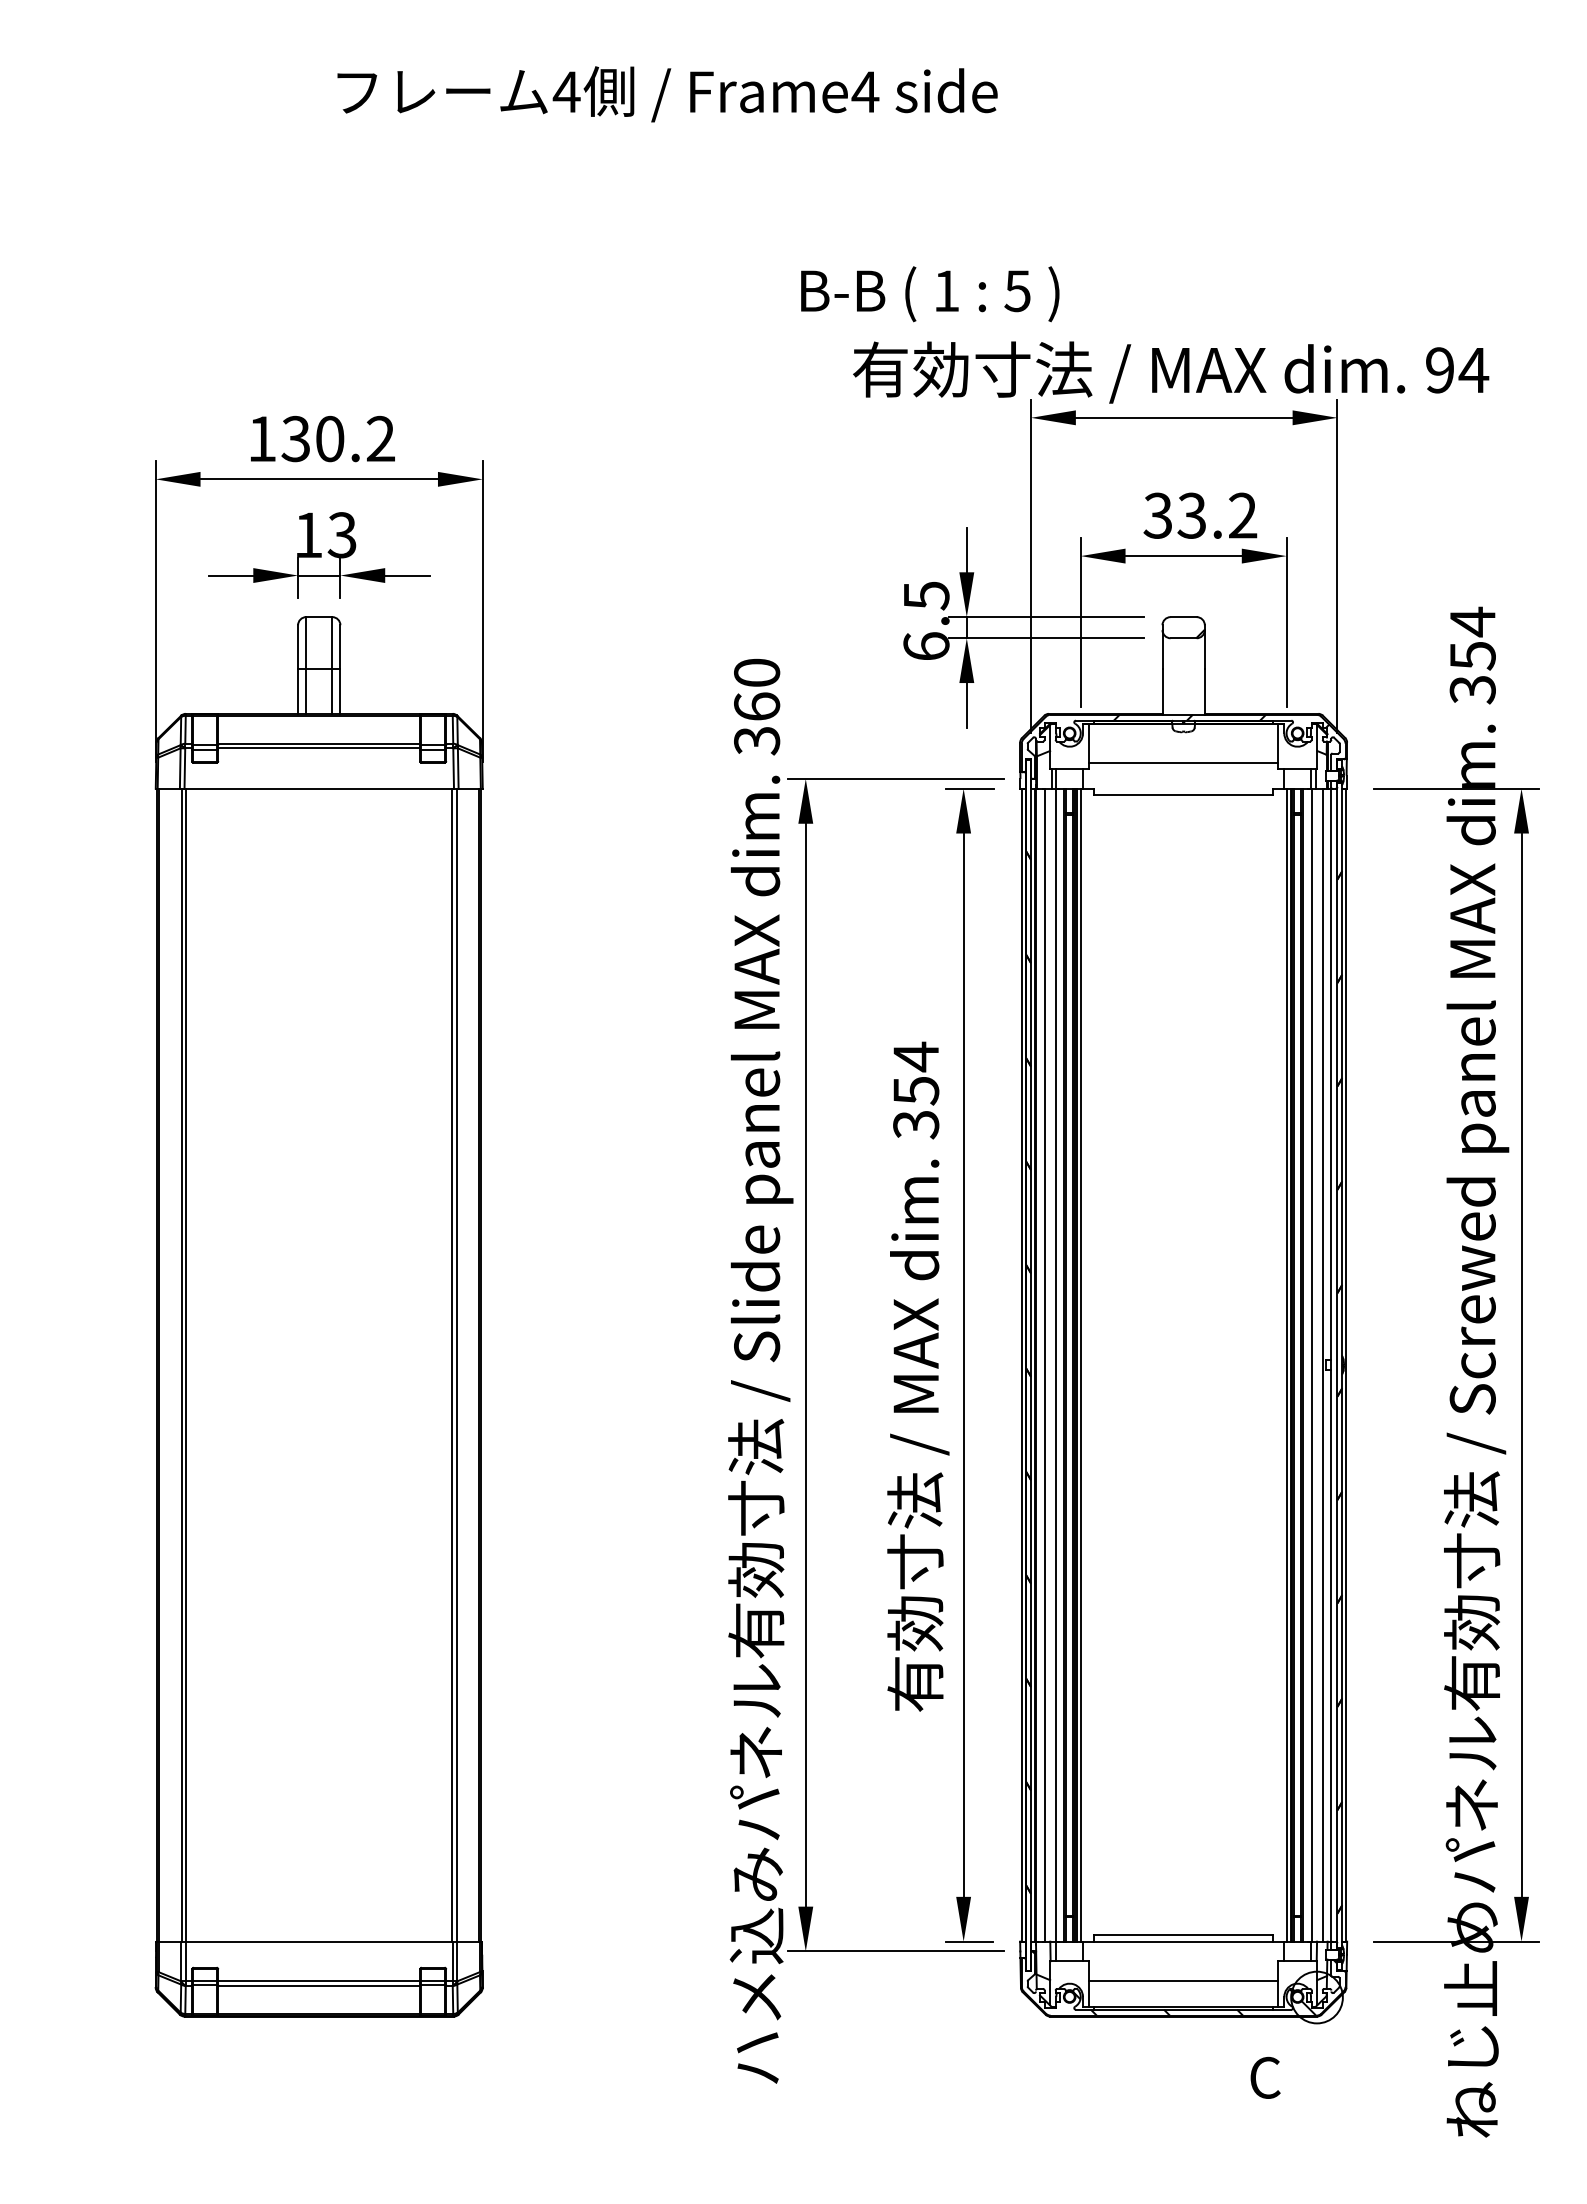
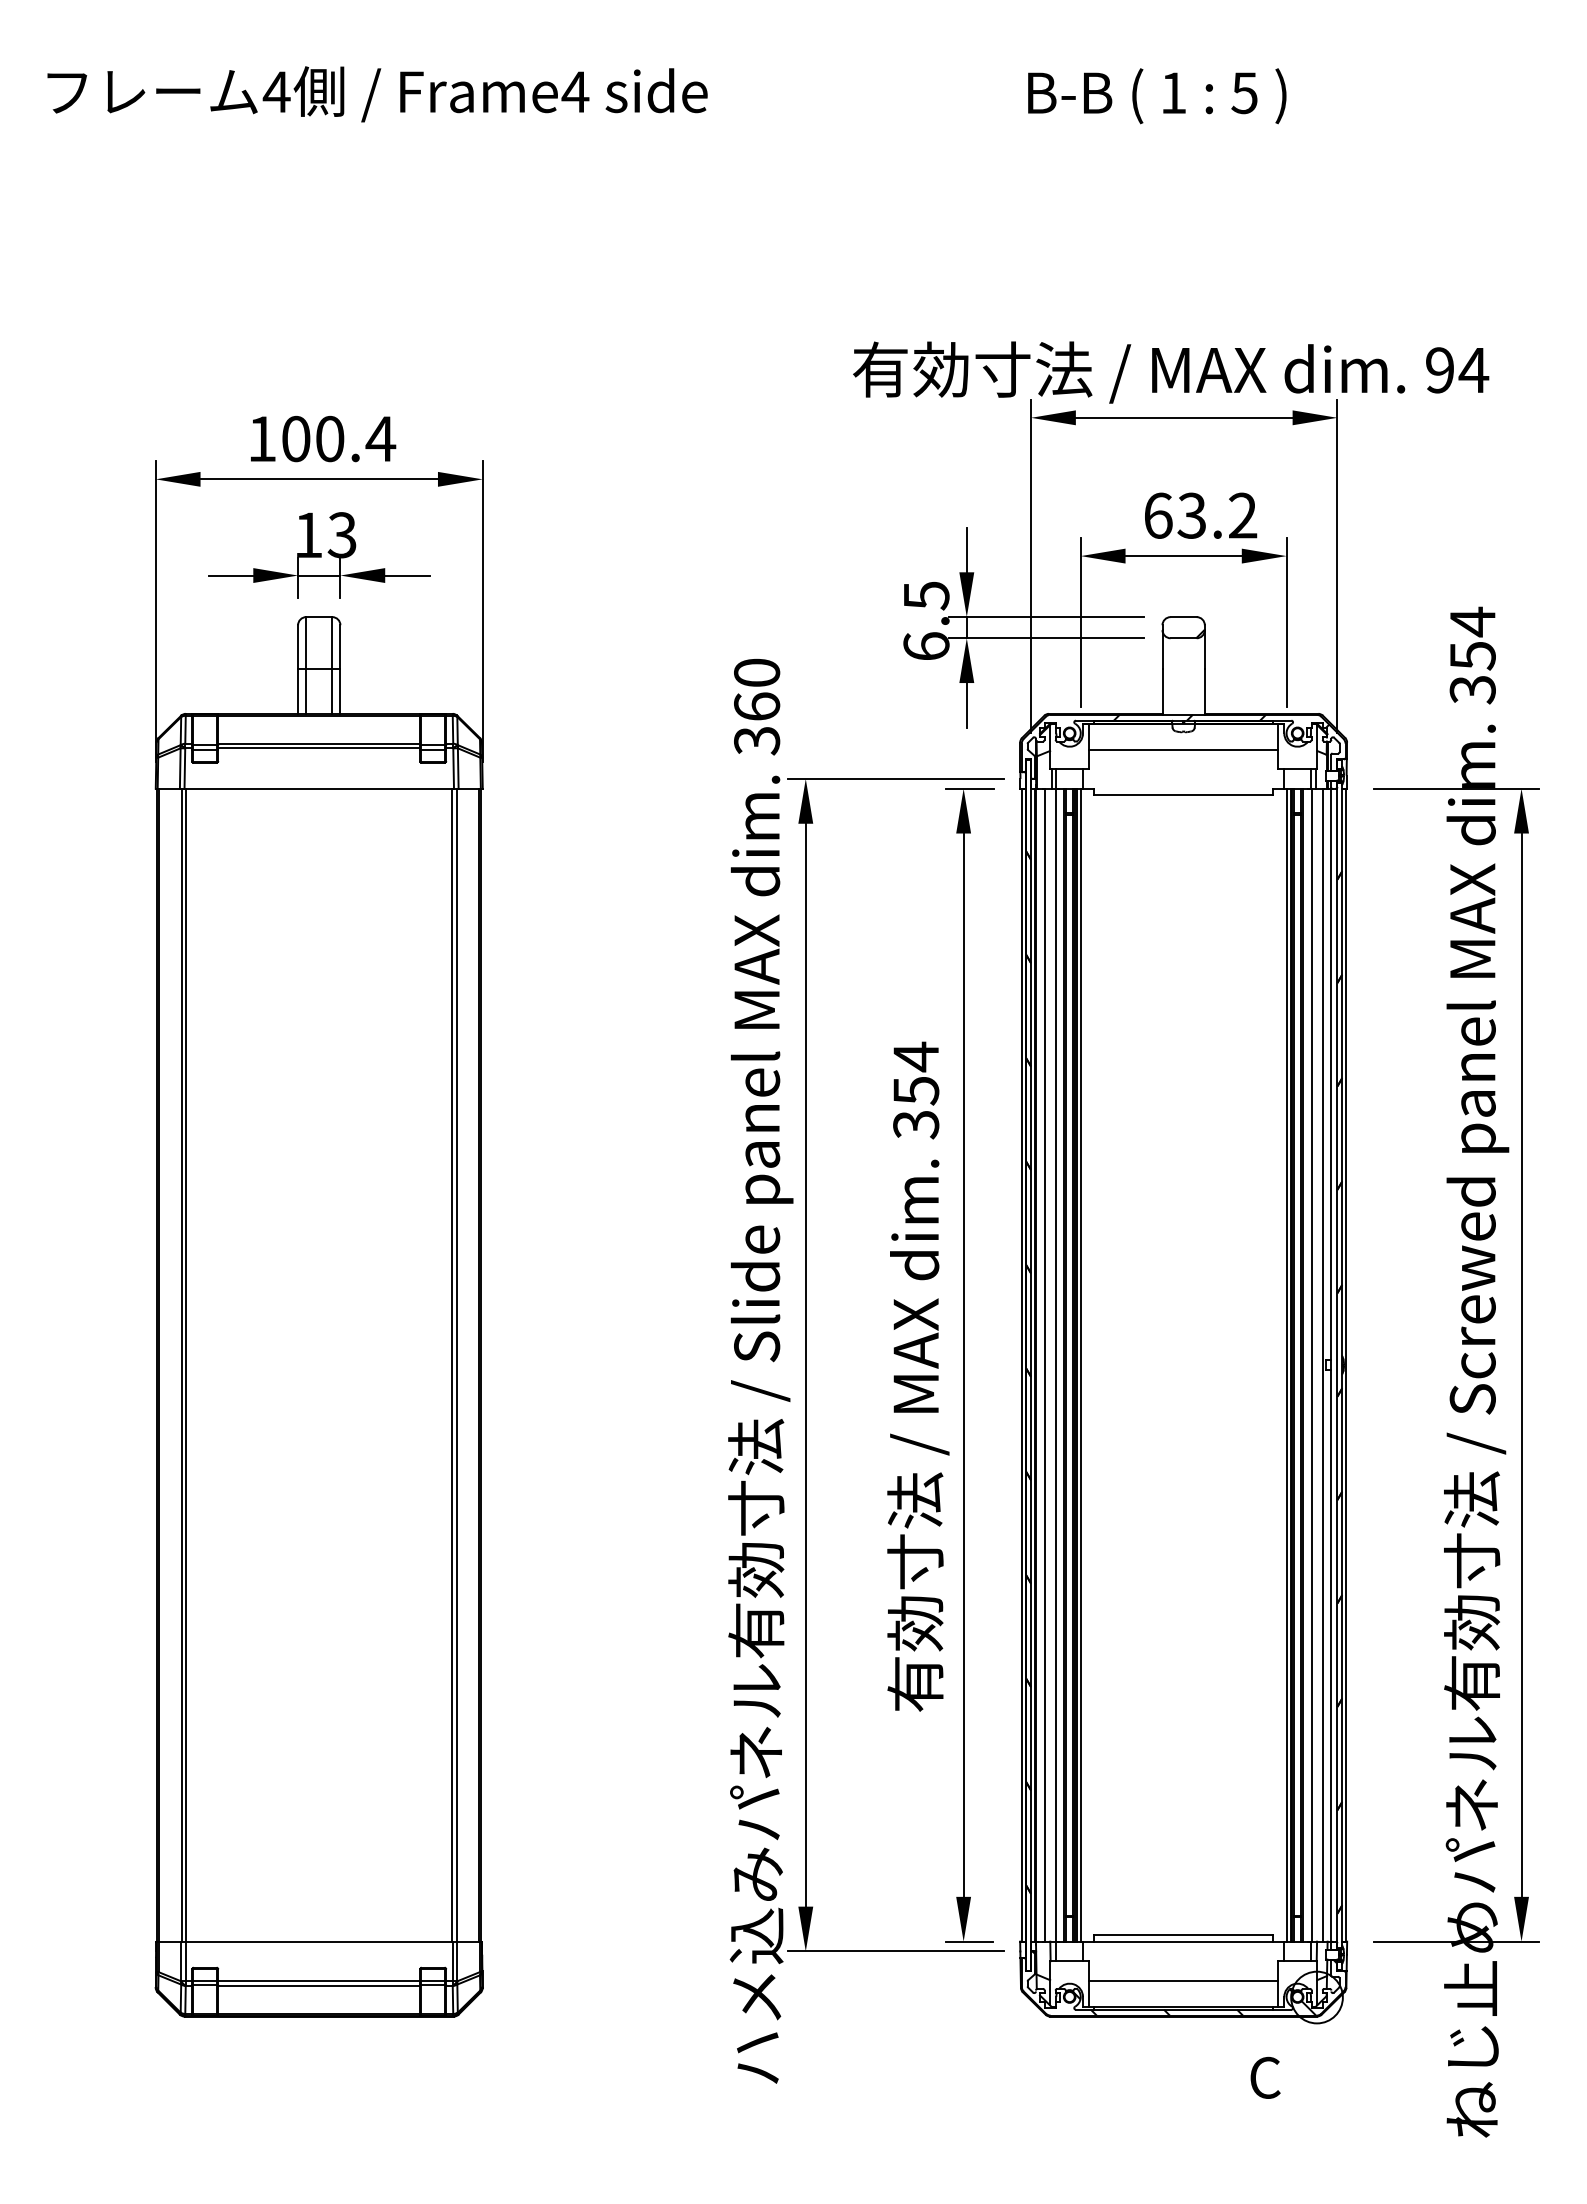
text at (667, 94) position: (667, 94) -> (377, 94)
text at (930, 294) position: (930, 294) -> (1157, 96)
text at (338, 438): 130.2 -> 100.4
text at (1157, 515): 33.2 -> 63.2
line at (1183, 763) position: (1183, 763) -> (1183, 750)
